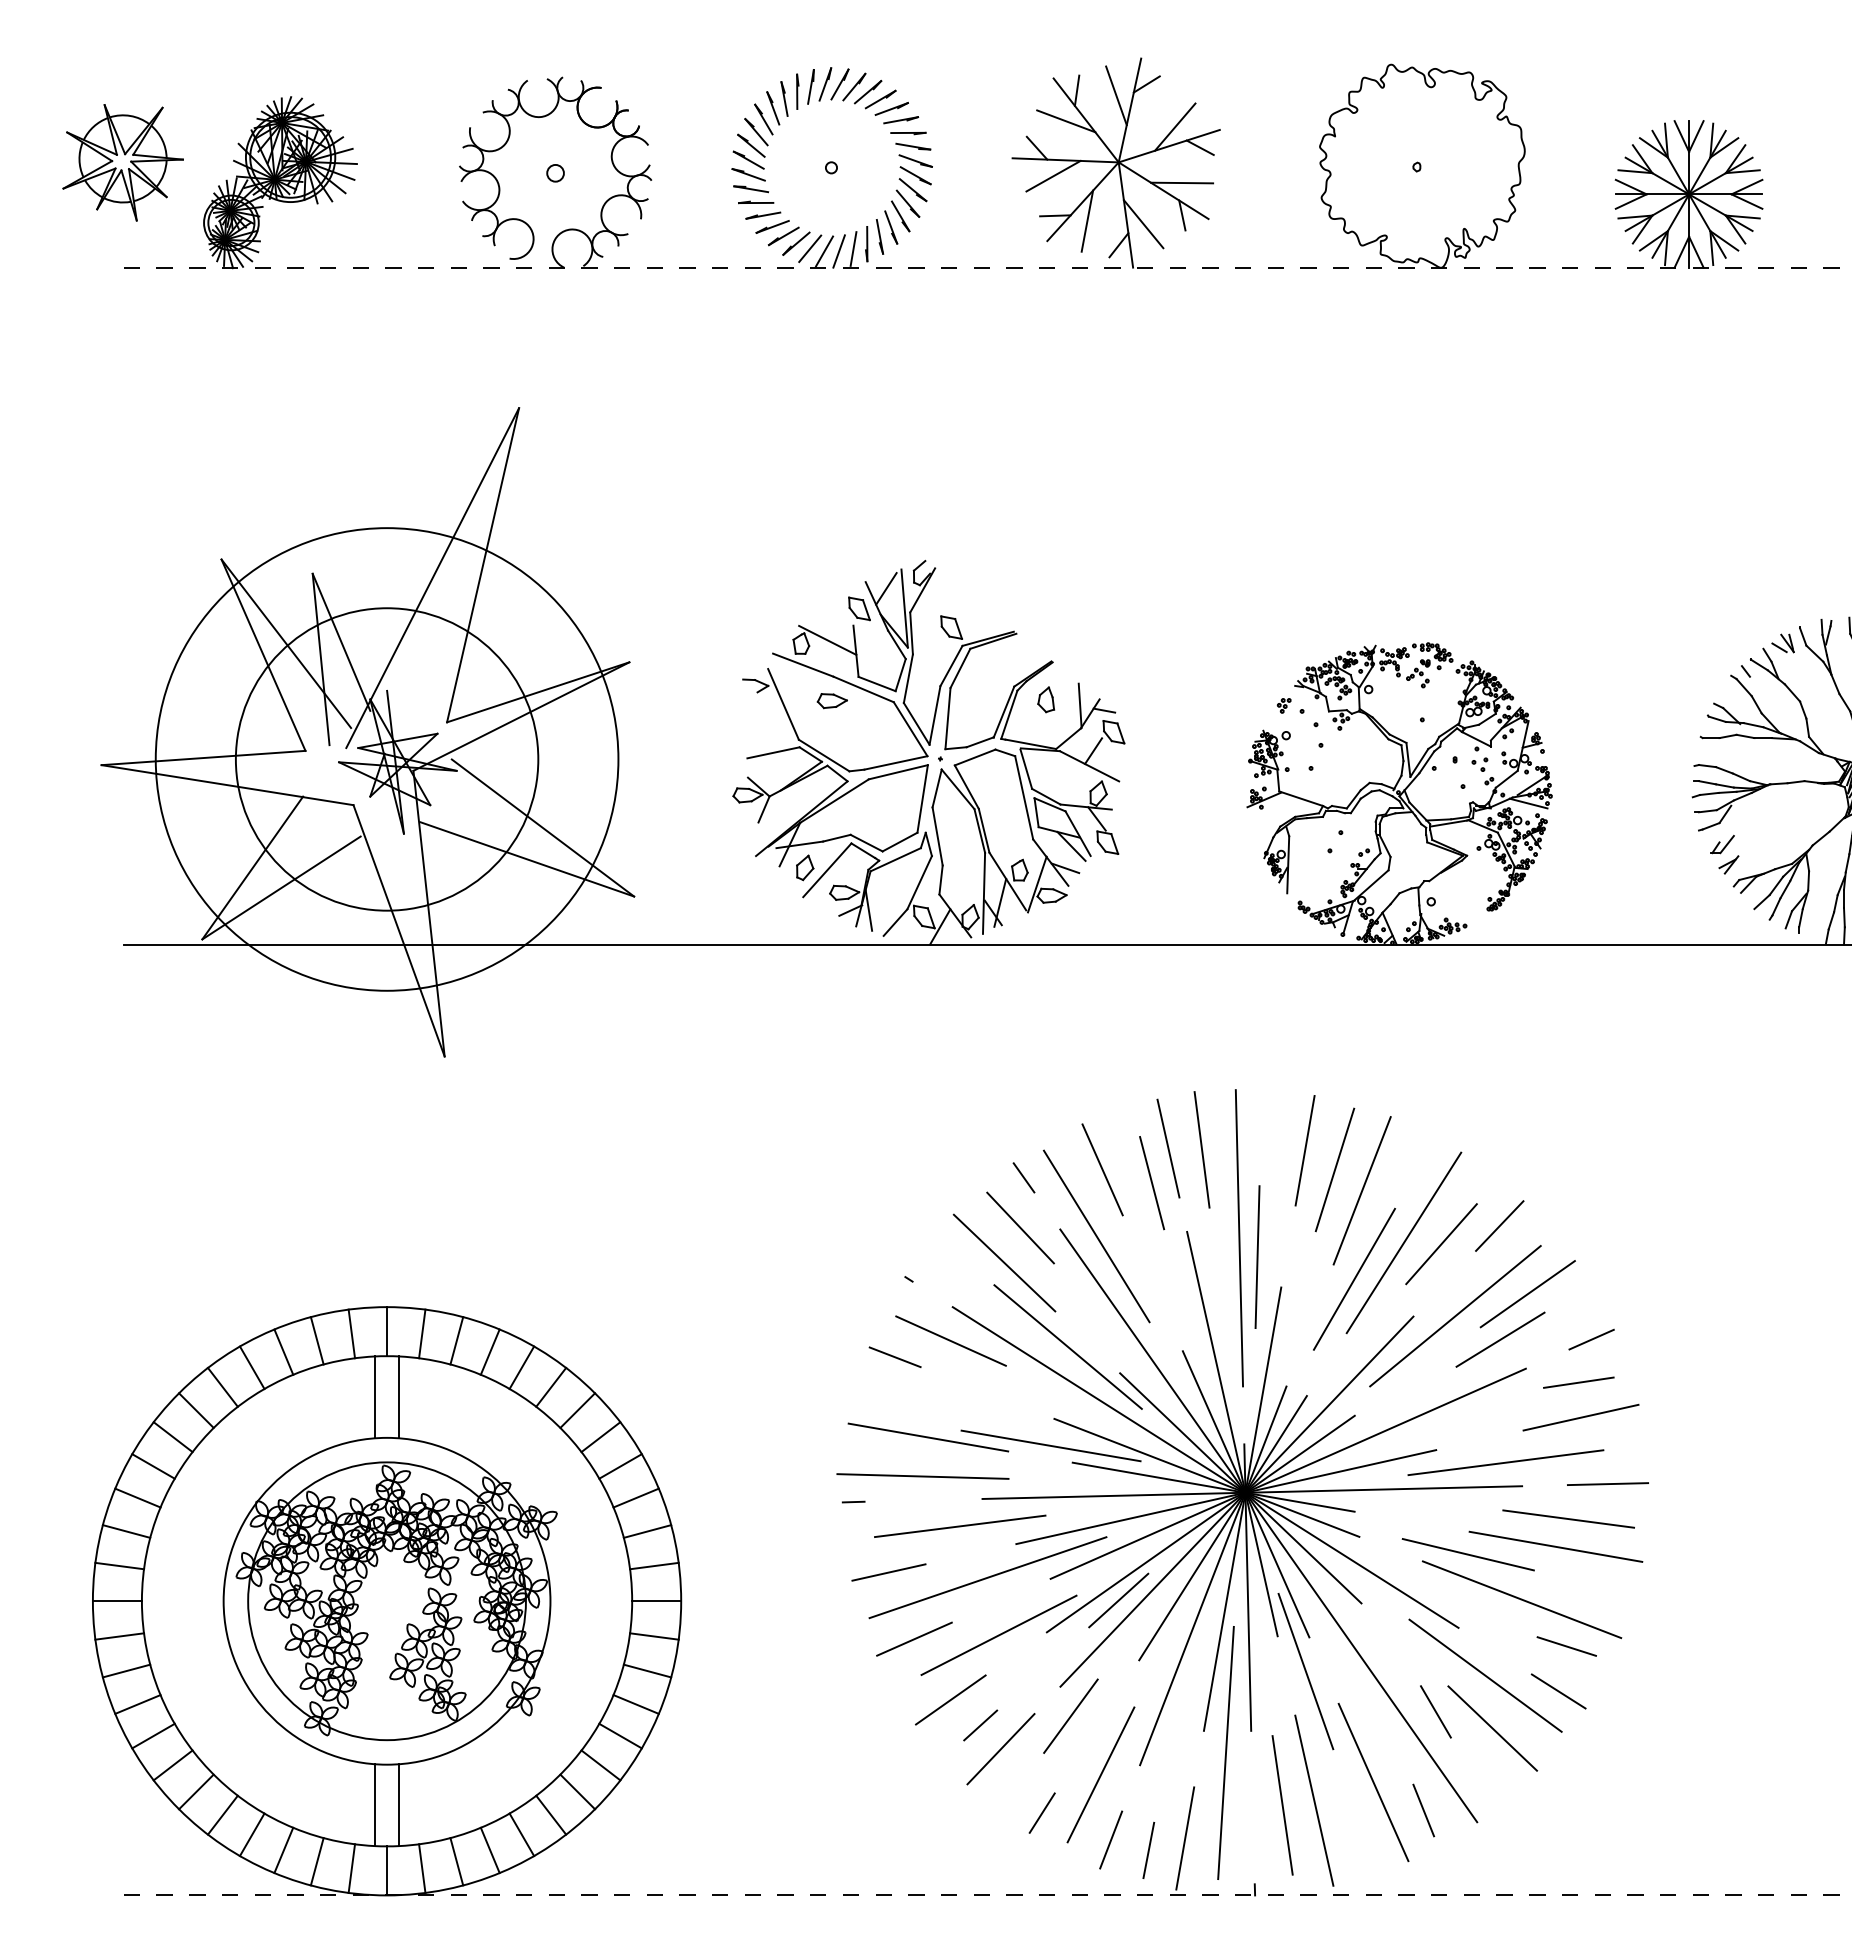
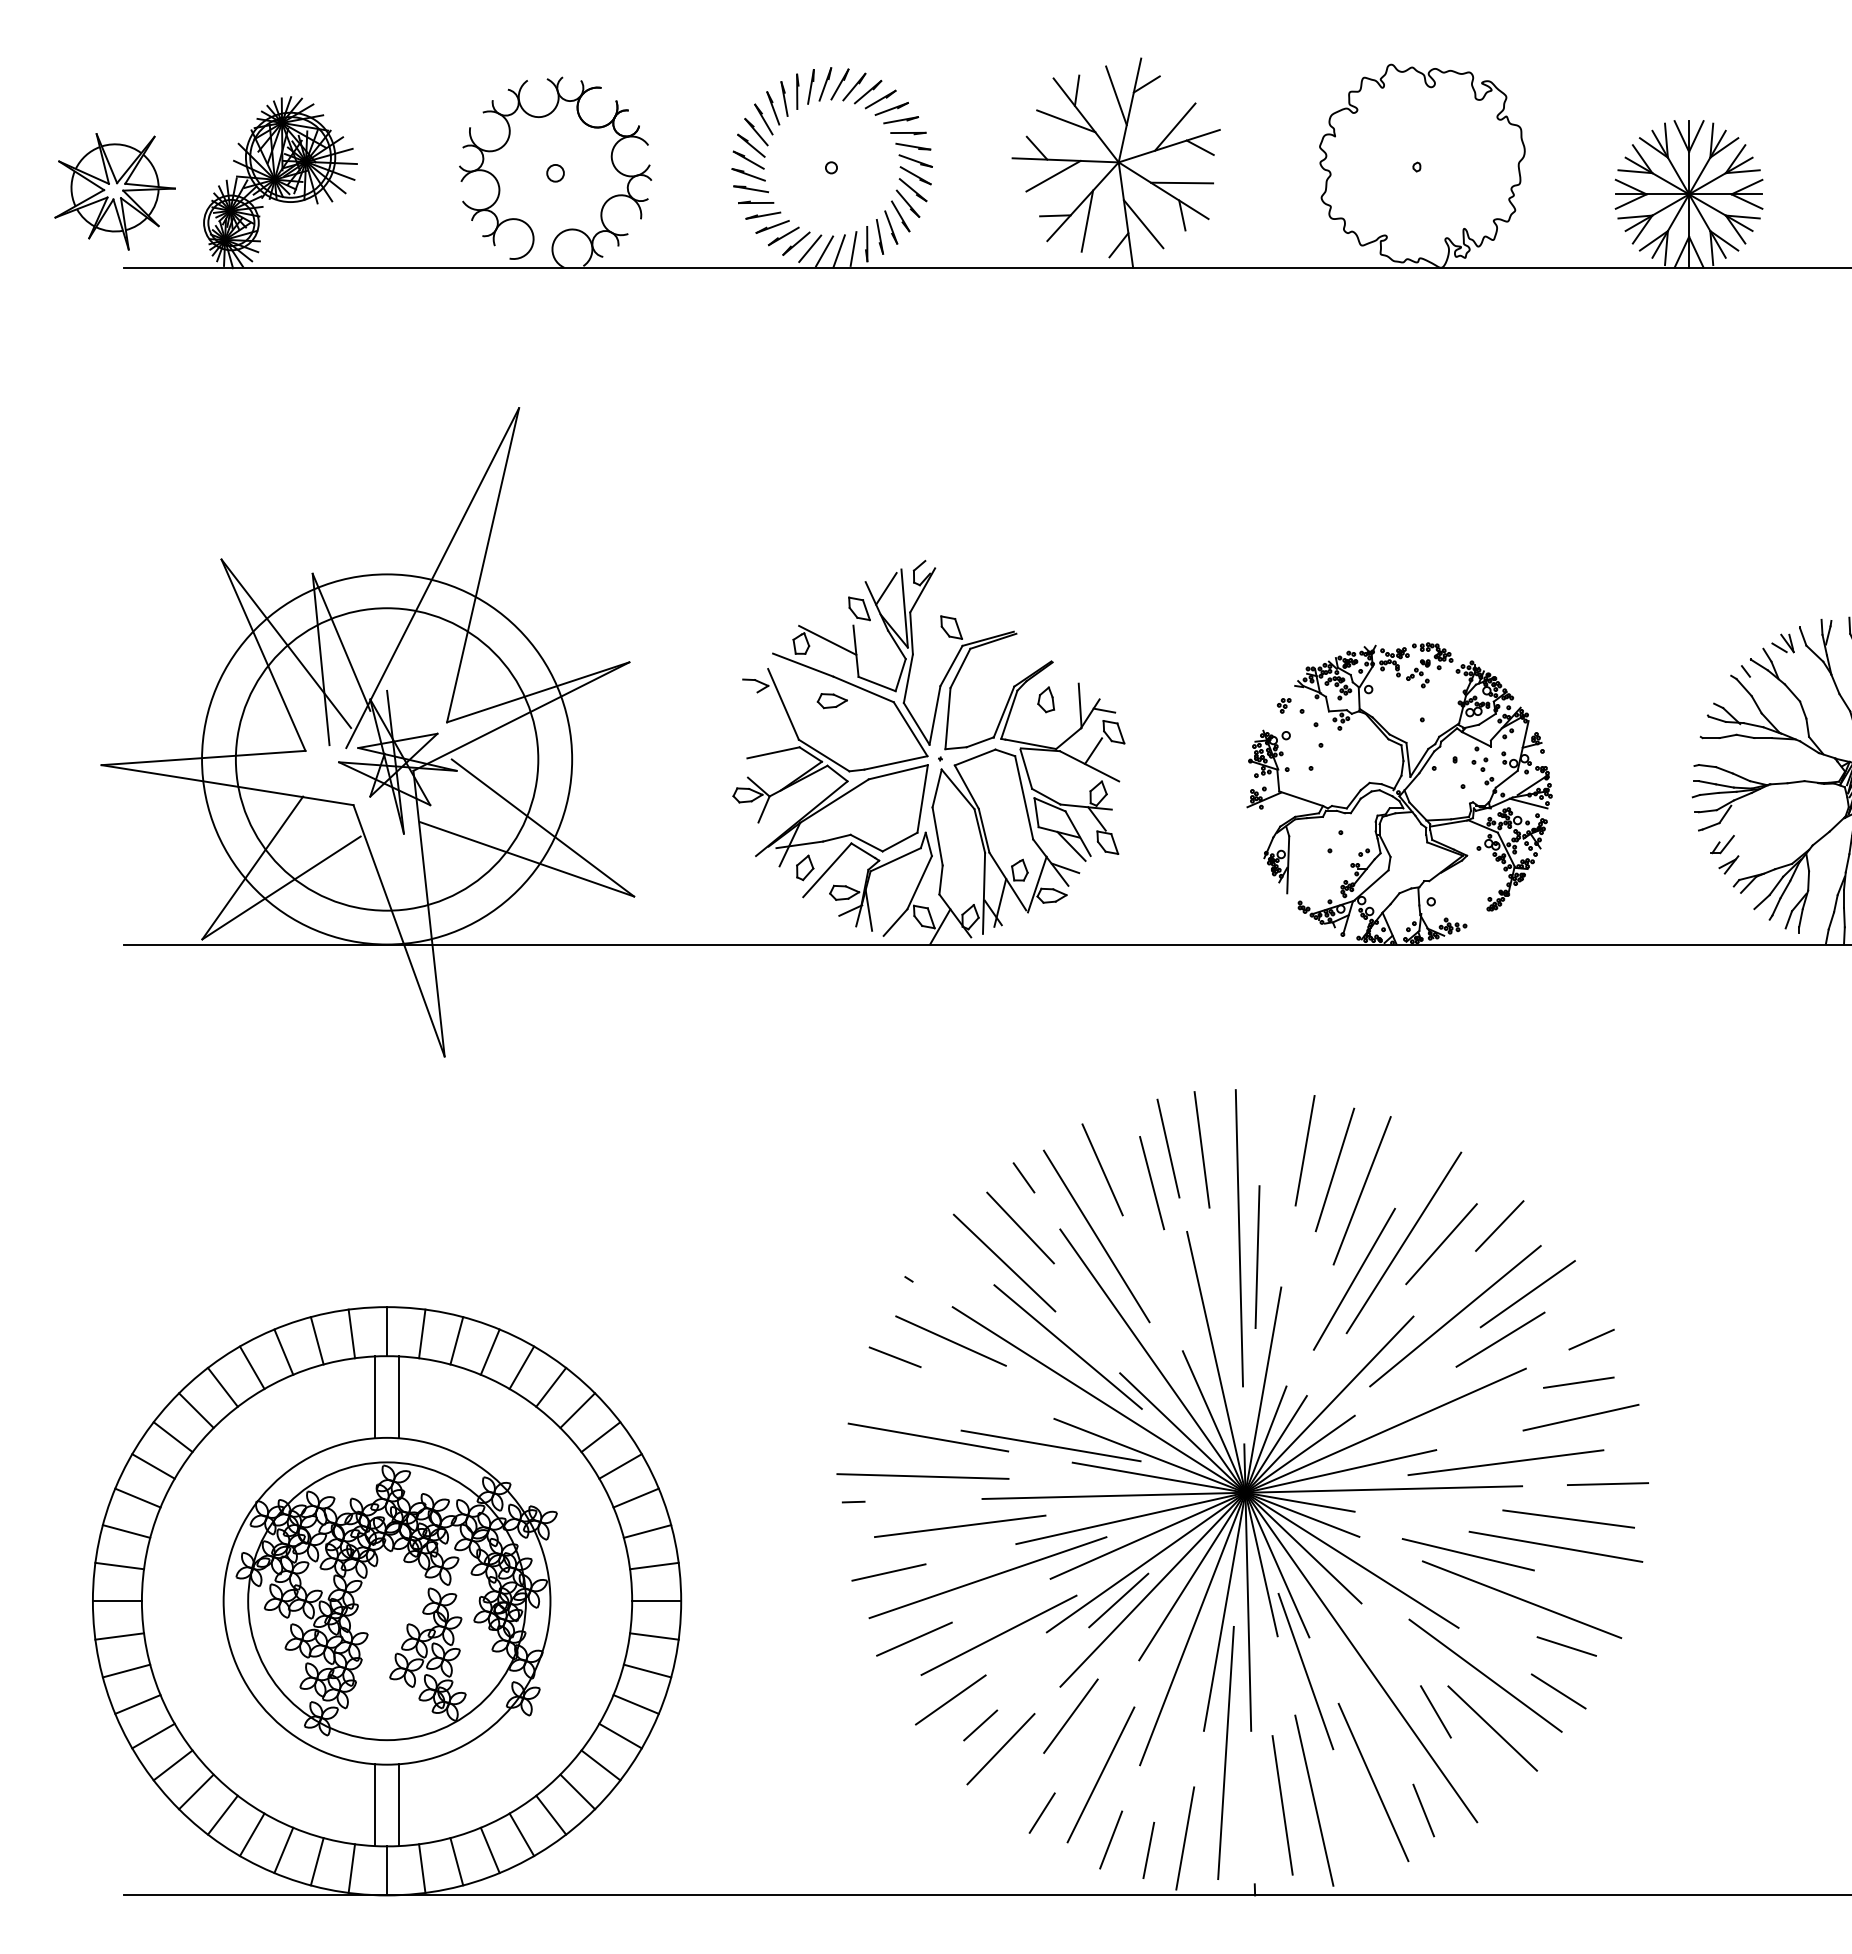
part at (122, 162) position: (122, 162) -> (114, 191)
line at (988, 267): dashed -> solid
circle at (386, 759) diameter: 463 px -> 370 px
line at (988, 1895): dashed -> solid
